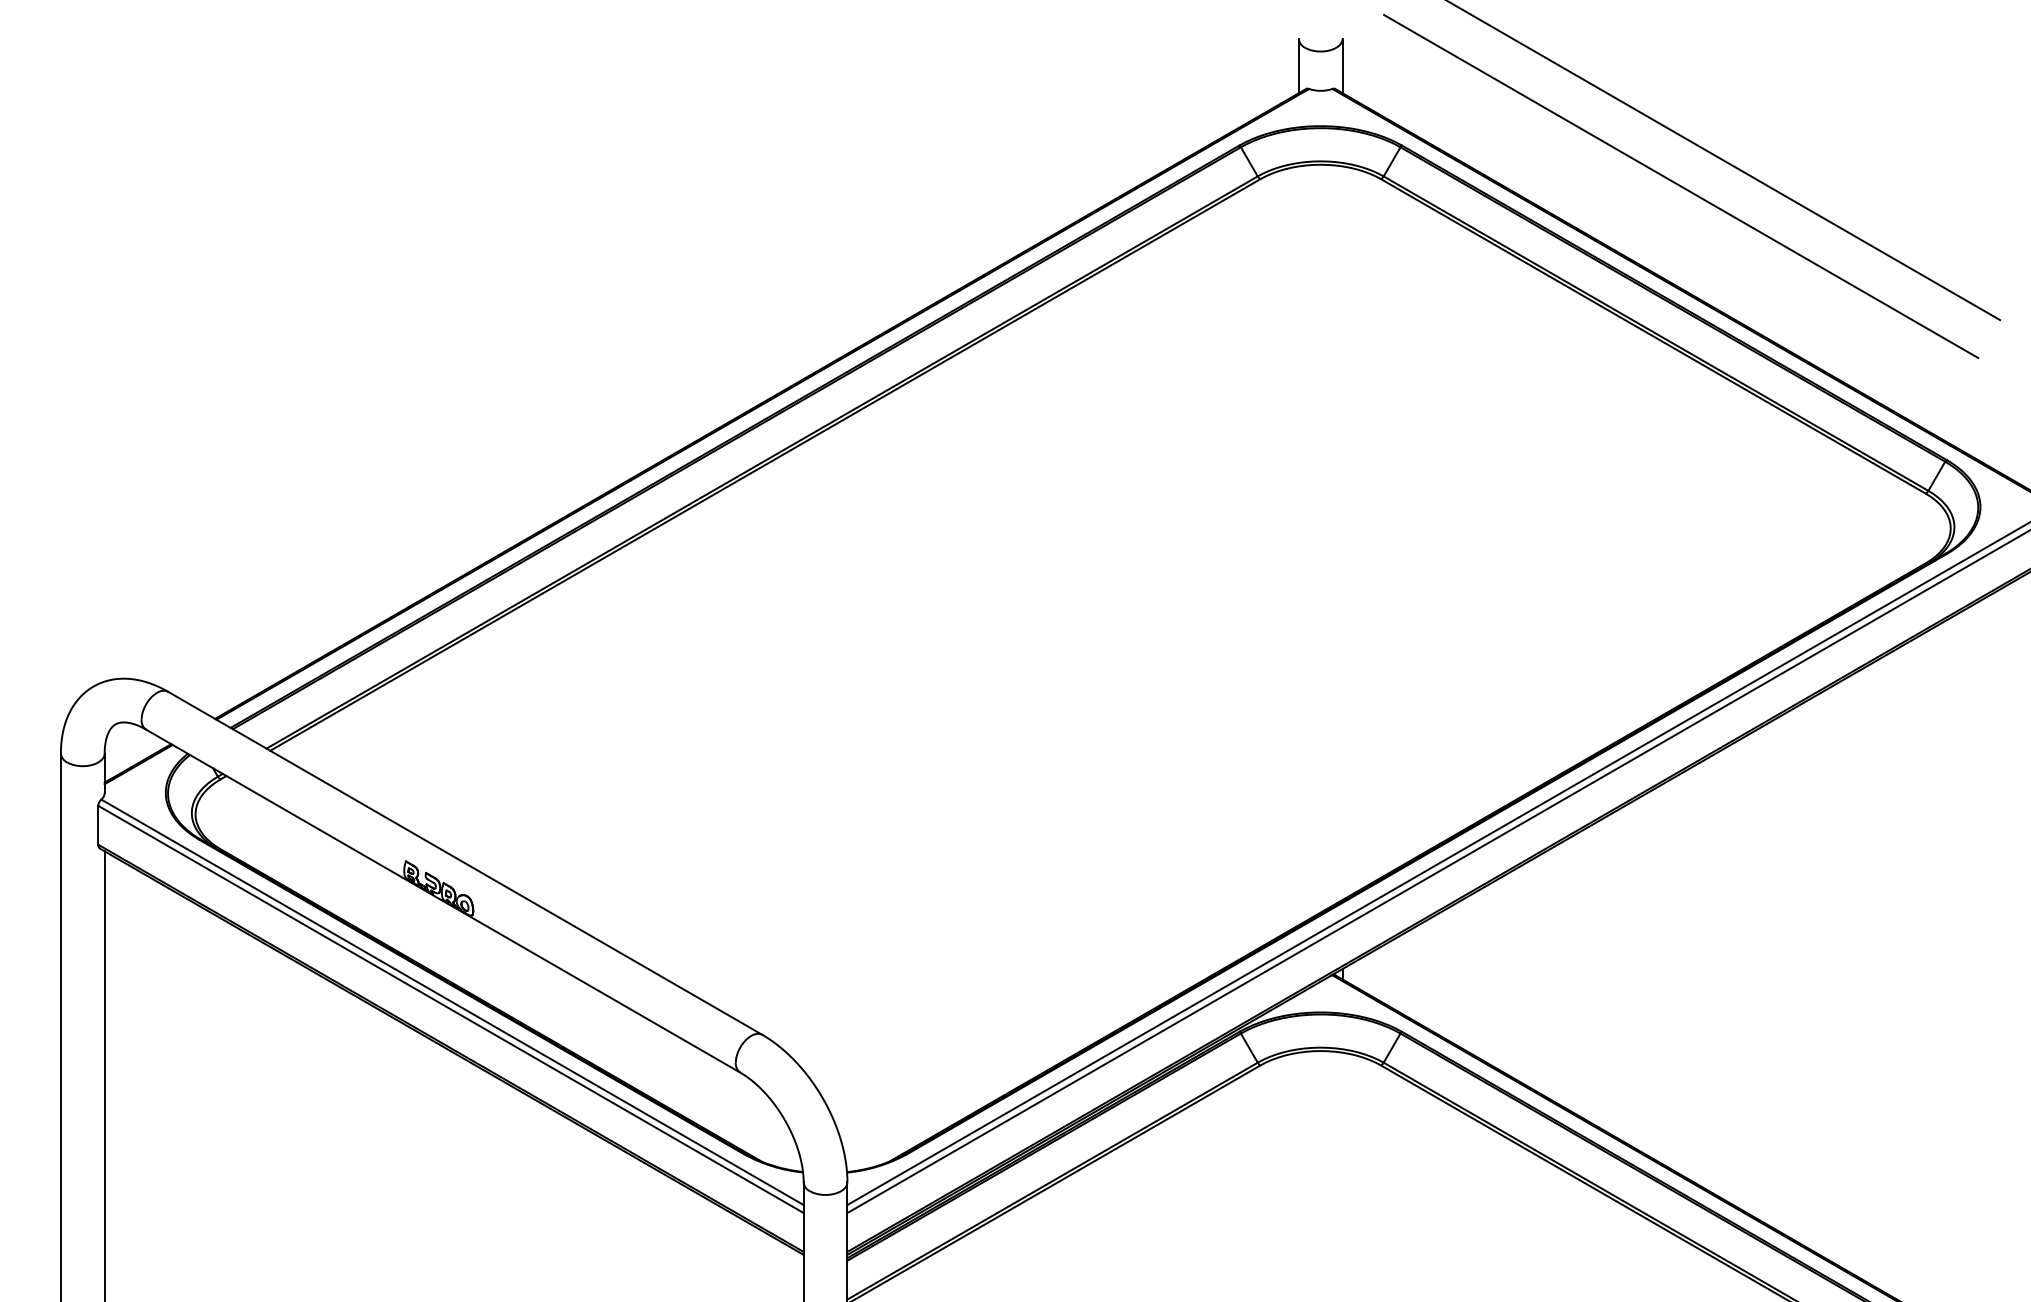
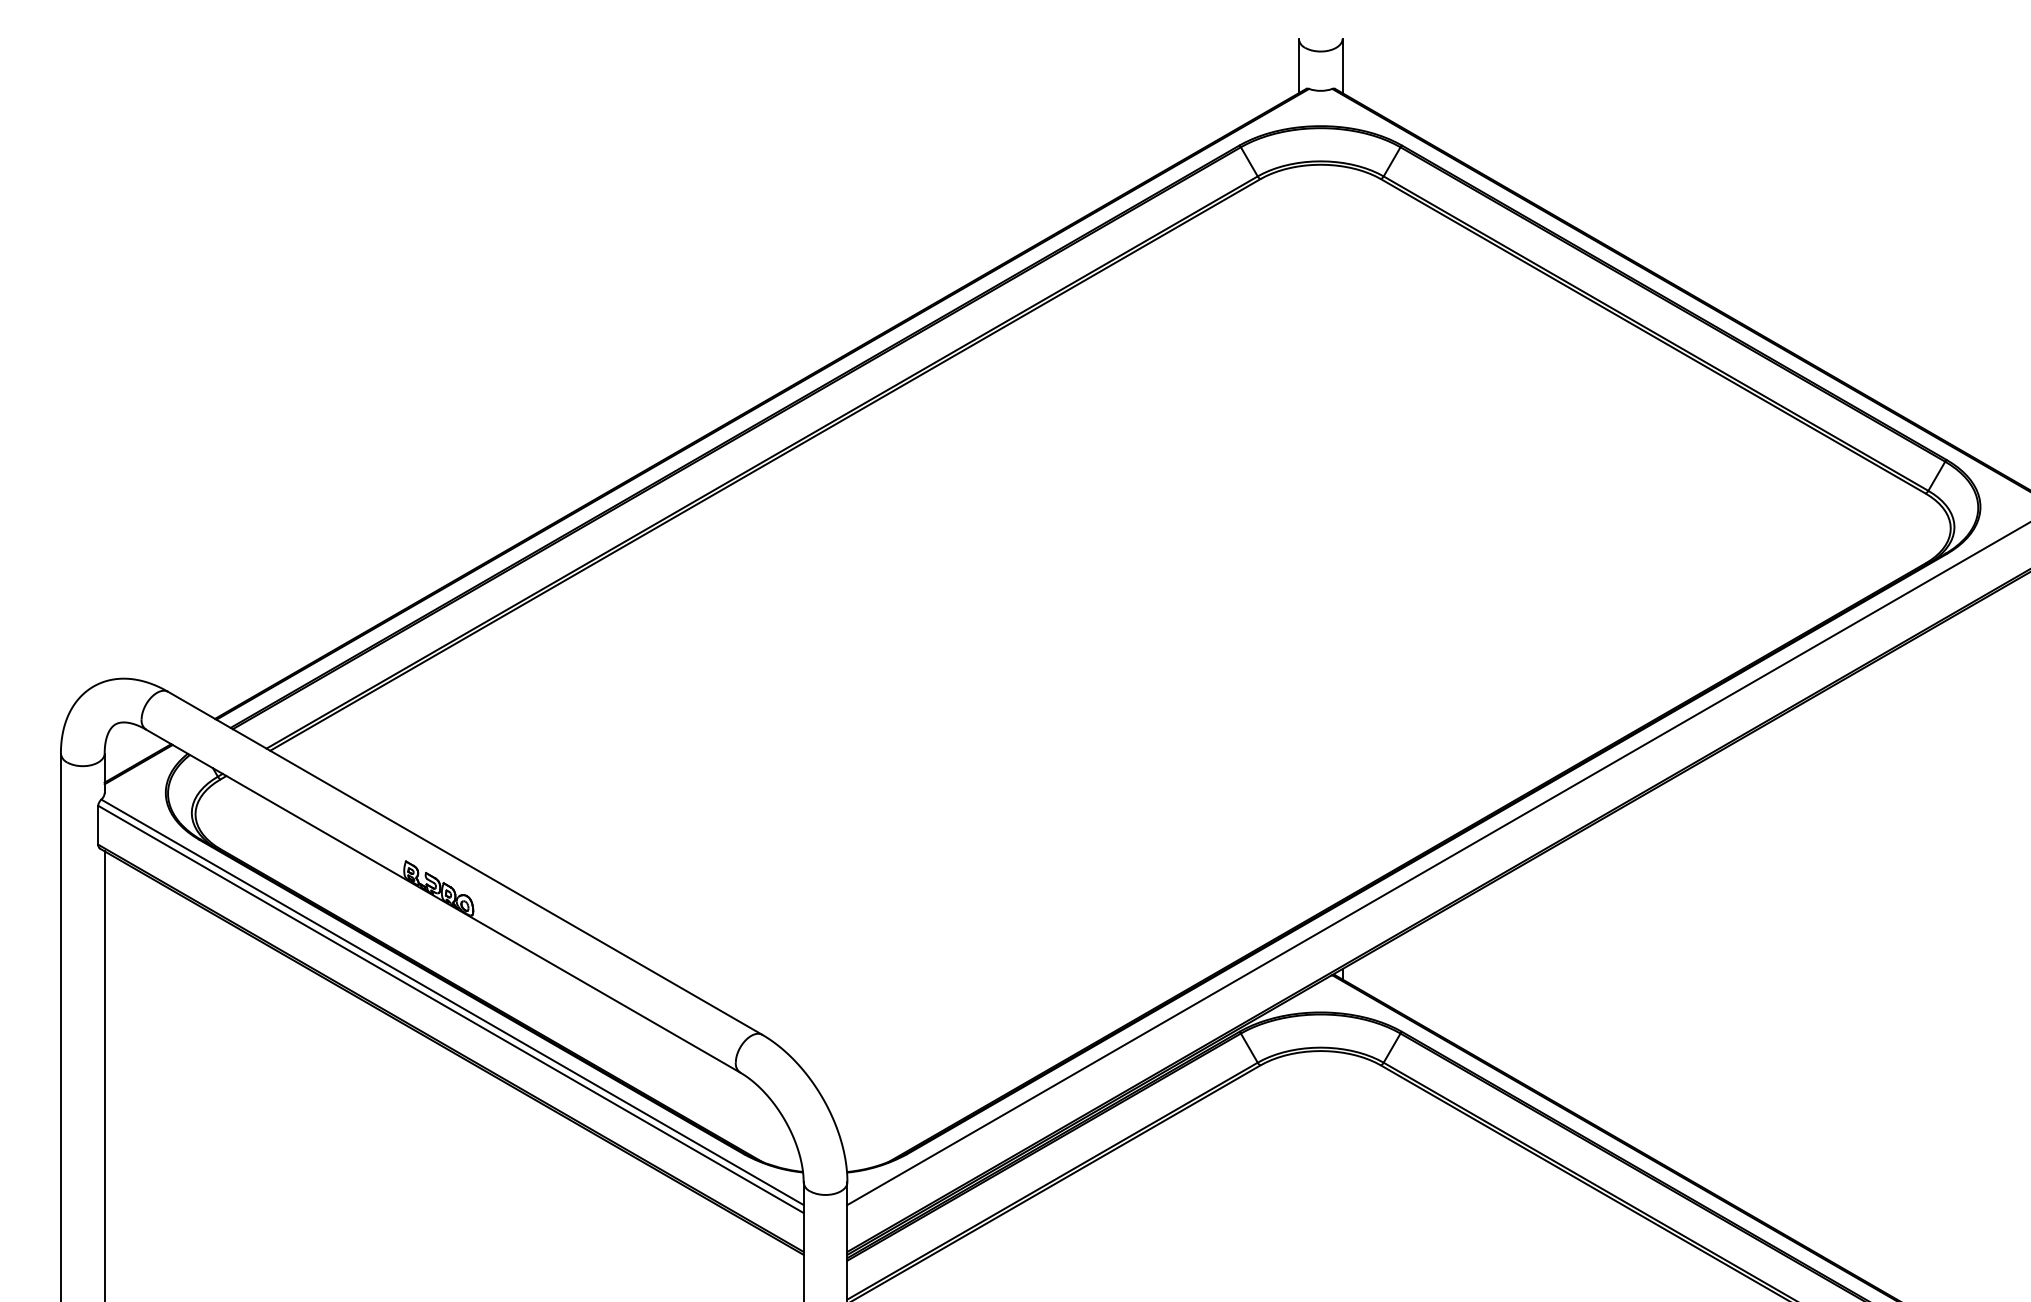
line at (1724, 161): present -> none
line at (1681, 186): present -> none
line at (1437, 872): present -> none
